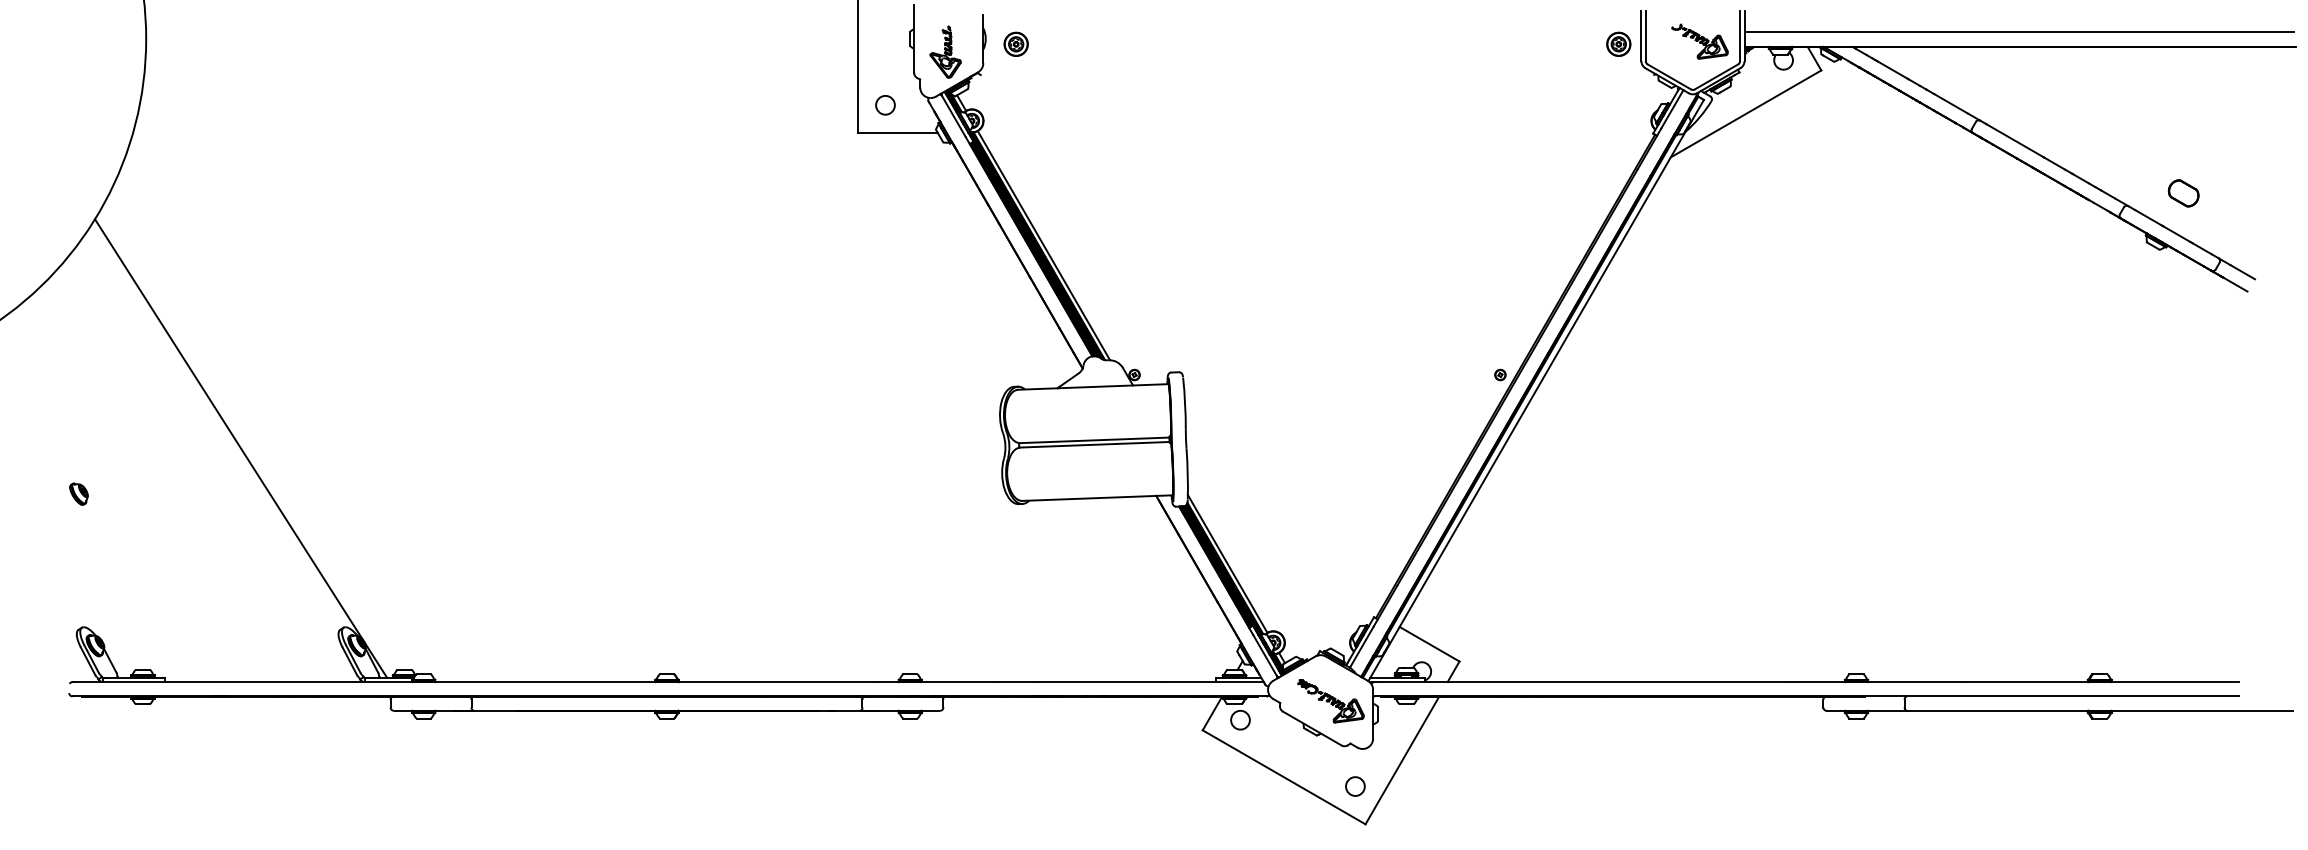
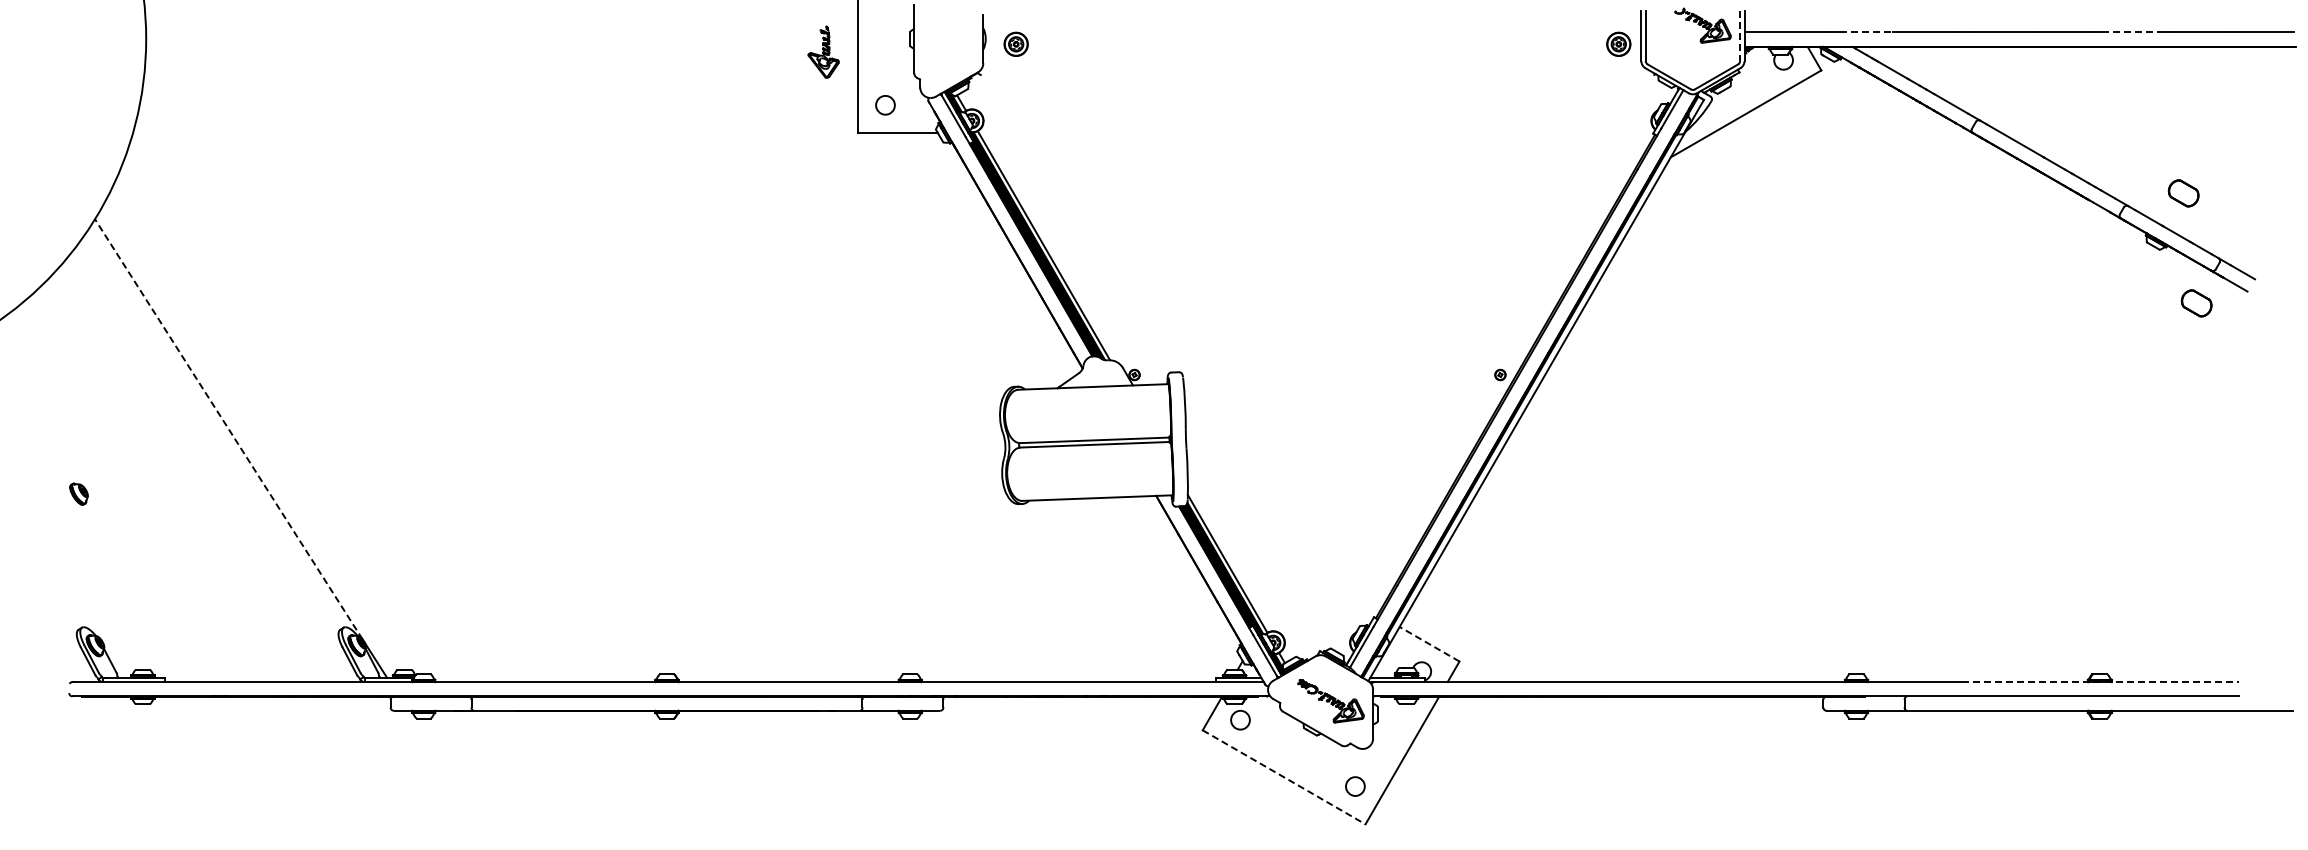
line at (1866, 32): solid -> dashed
line at (2130, 32): solid -> dashed
line at (1740, 36): solid -> dashed
part at (1699, 41) position: (1699, 41) -> (1702, 25)
part at (945, 51) position: (945, 51) -> (823, 51)
part at (2196, 303): none -> present
line at (228, 428): solid -> dashed
line at (1429, 644): solid -> dashed
line at (2100, 682): solid -> dashed
line at (1284, 777): solid -> dashed
